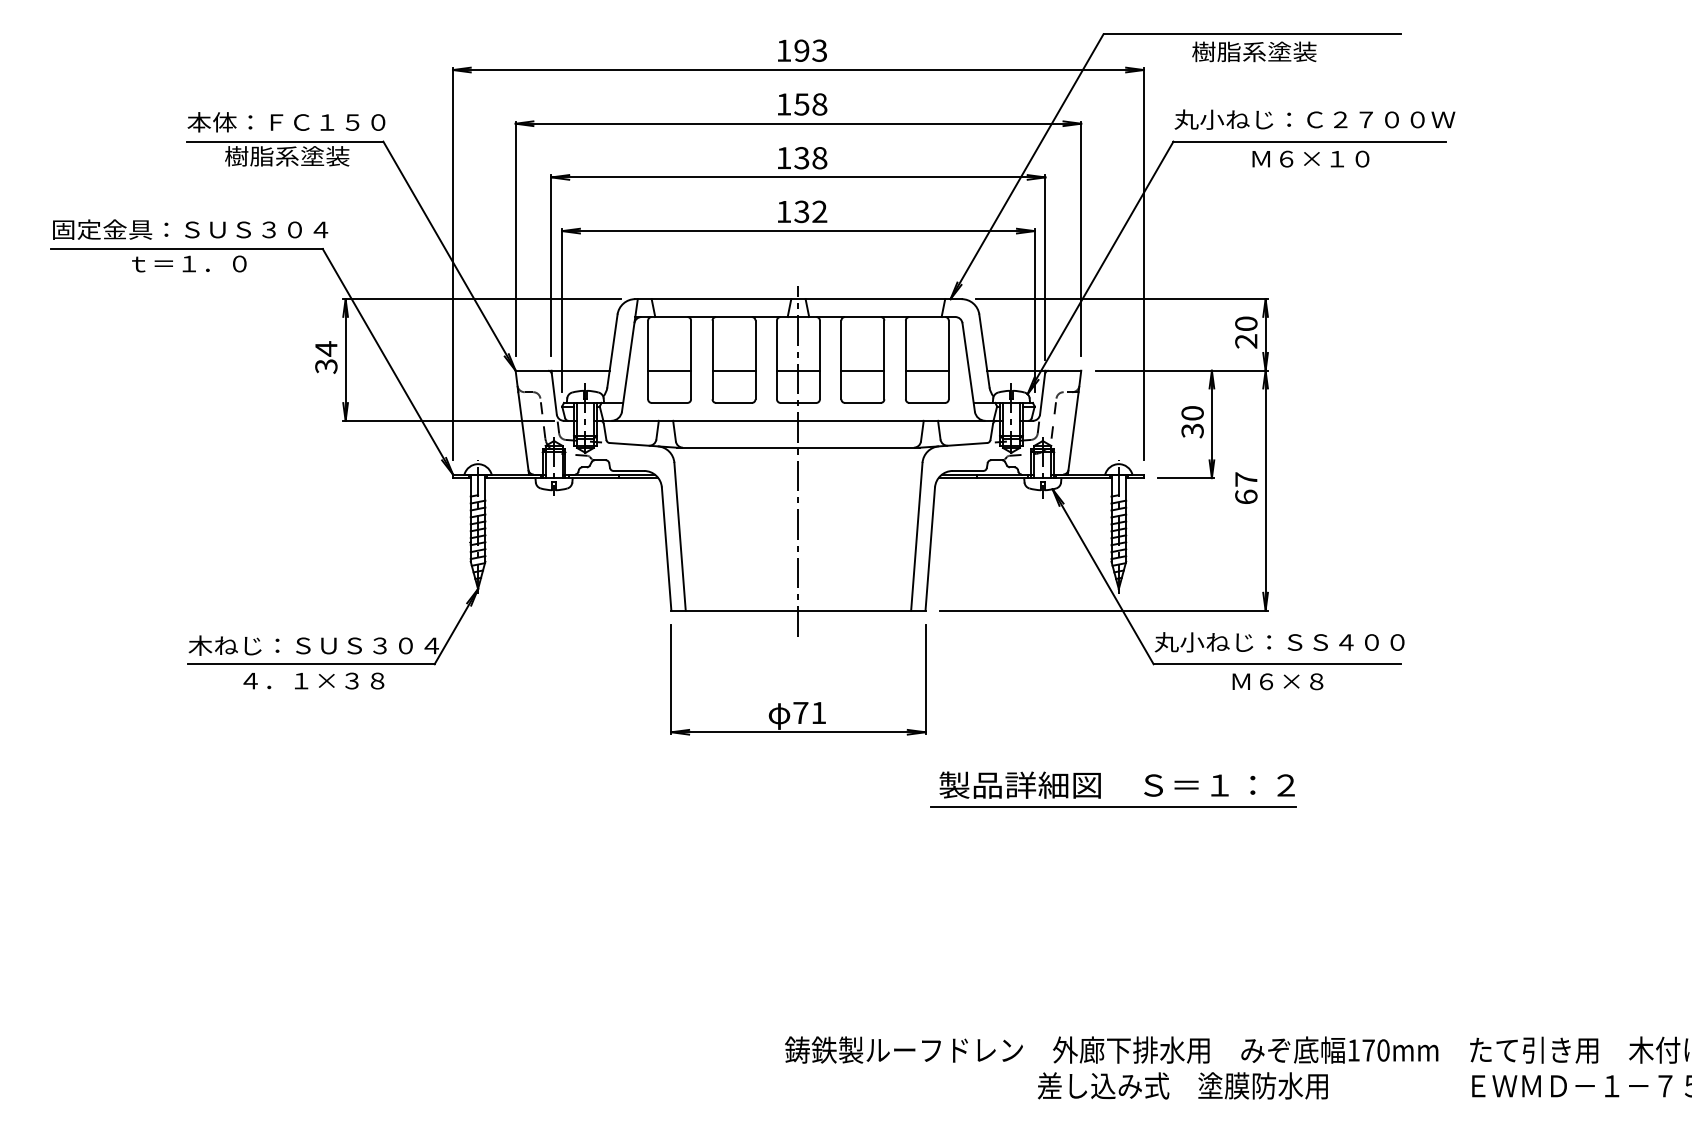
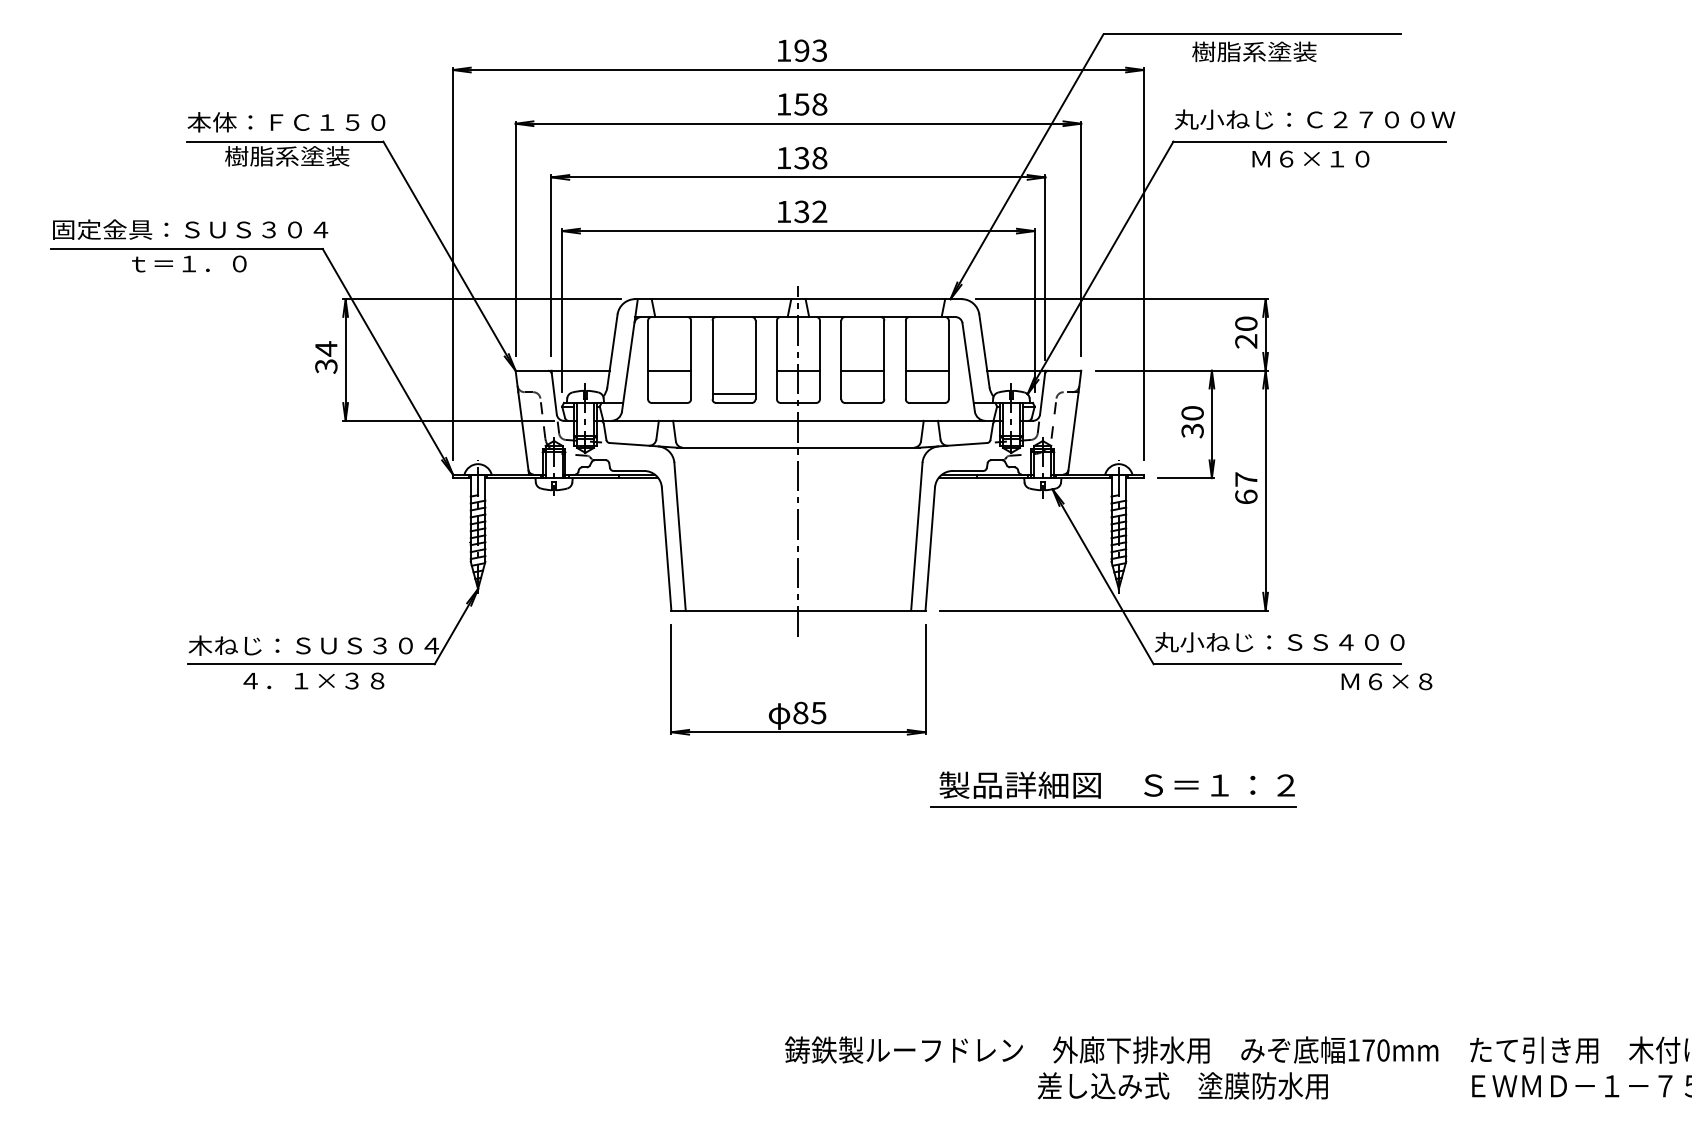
line at (733, 370) position: (733, 370) -> (733, 393)
text at (1277, 681) position: (1277, 681) -> (1386, 681)
text at (809, 712): 71 -> 85
